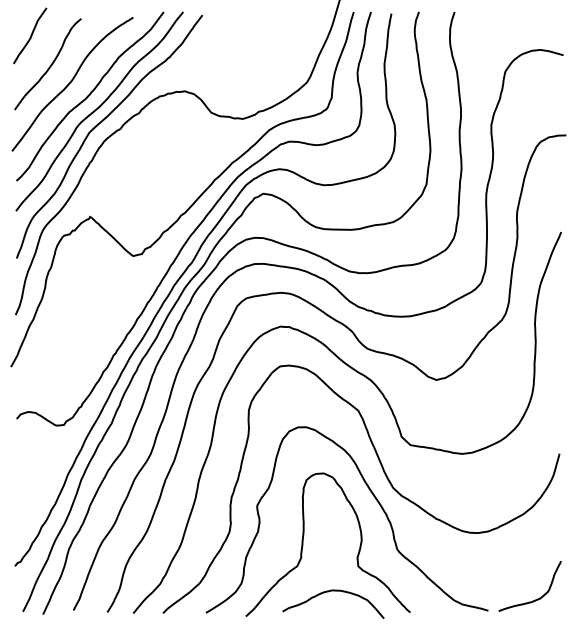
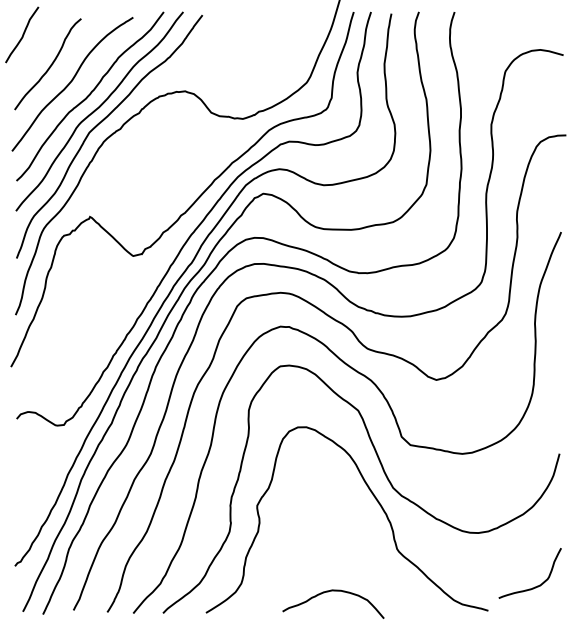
curve at (30, 35) position: (30, 35) -> (22, 34)
curve at (303, 544): present -> none
curve at (534, 599) position: (534, 599) -> (534, 586)
